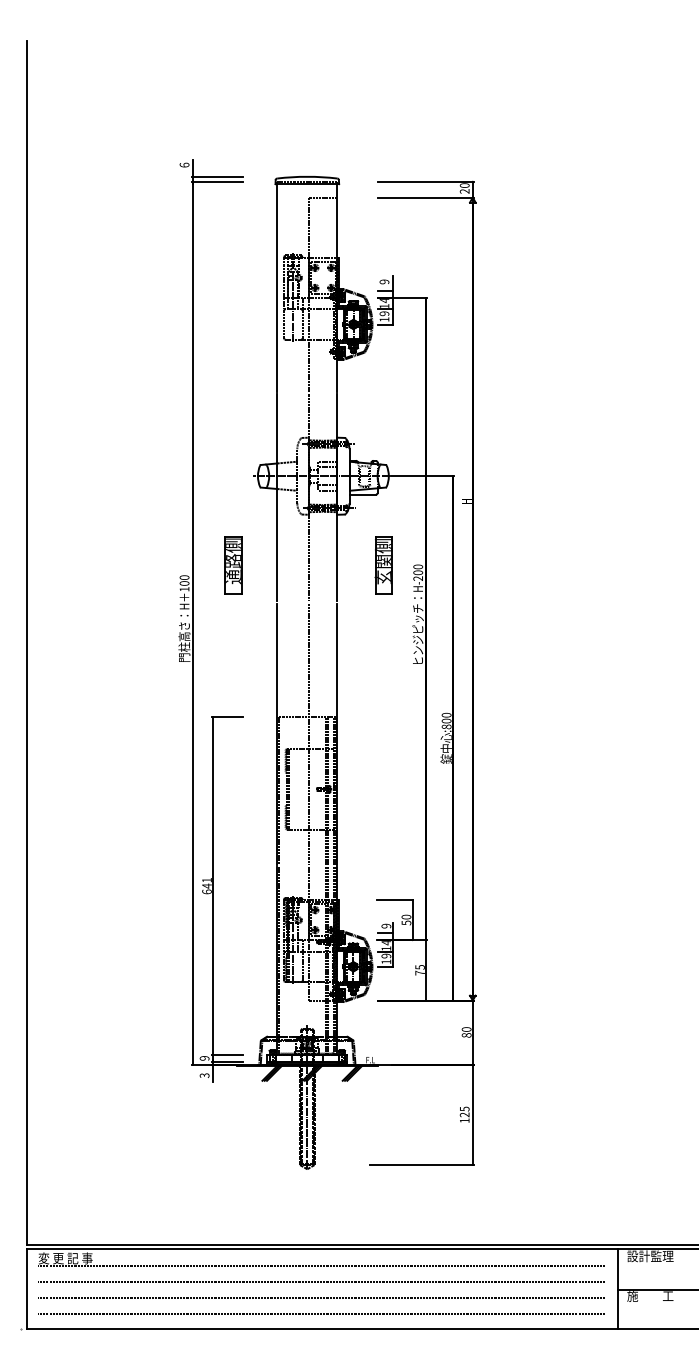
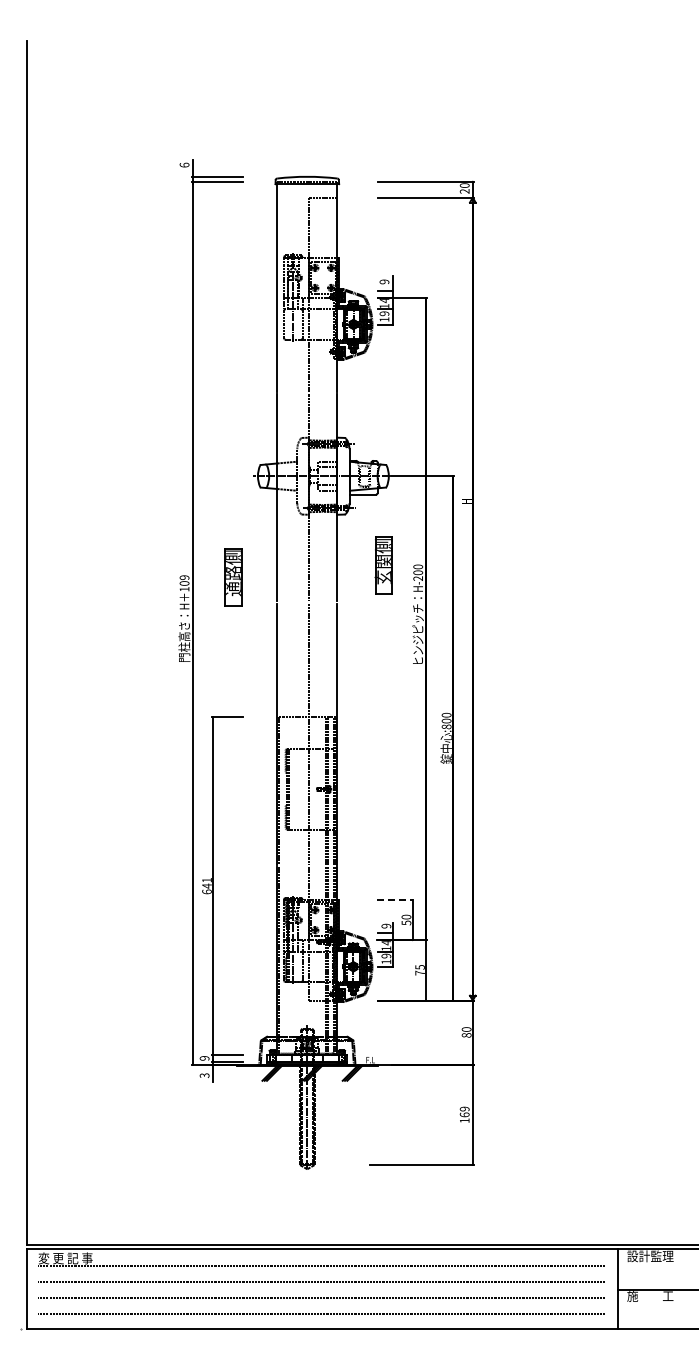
part at (233, 565) position: (233, 565) -> (233, 577)
text at (184, 577): 100 -> 109
line at (395, 900): solid -> dashed
text at (464, 1111): 125 -> 169
